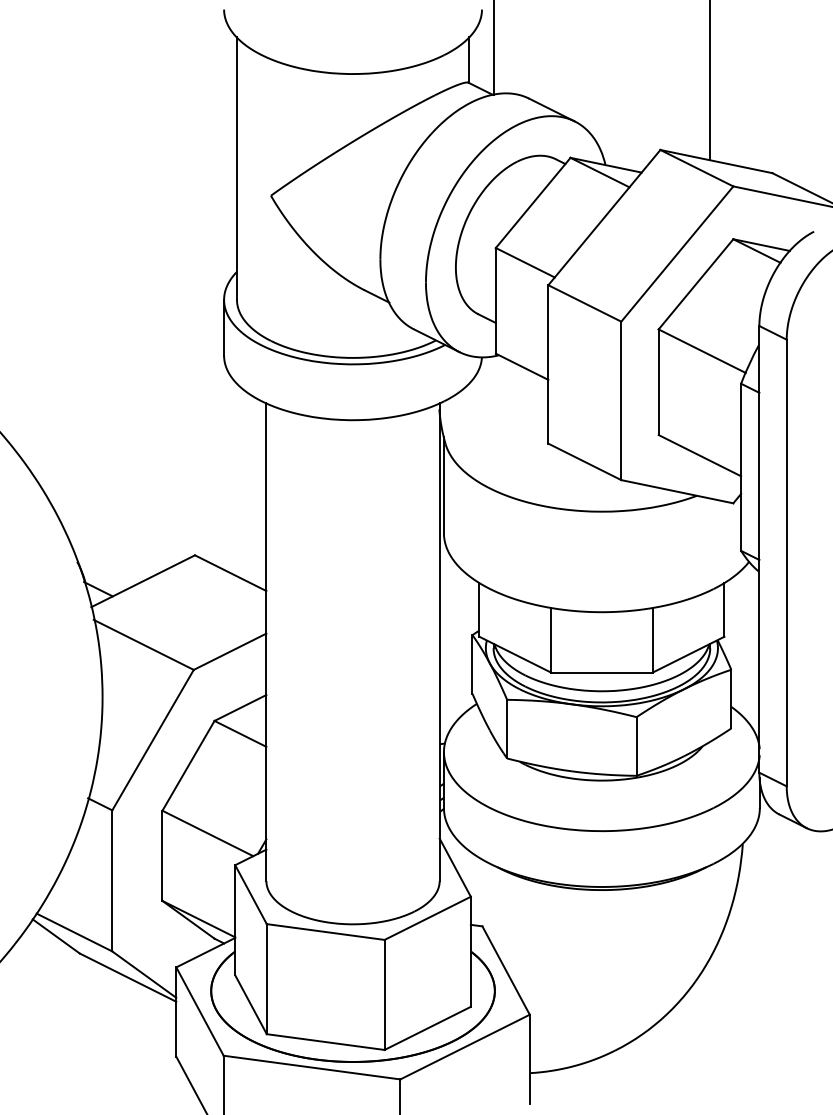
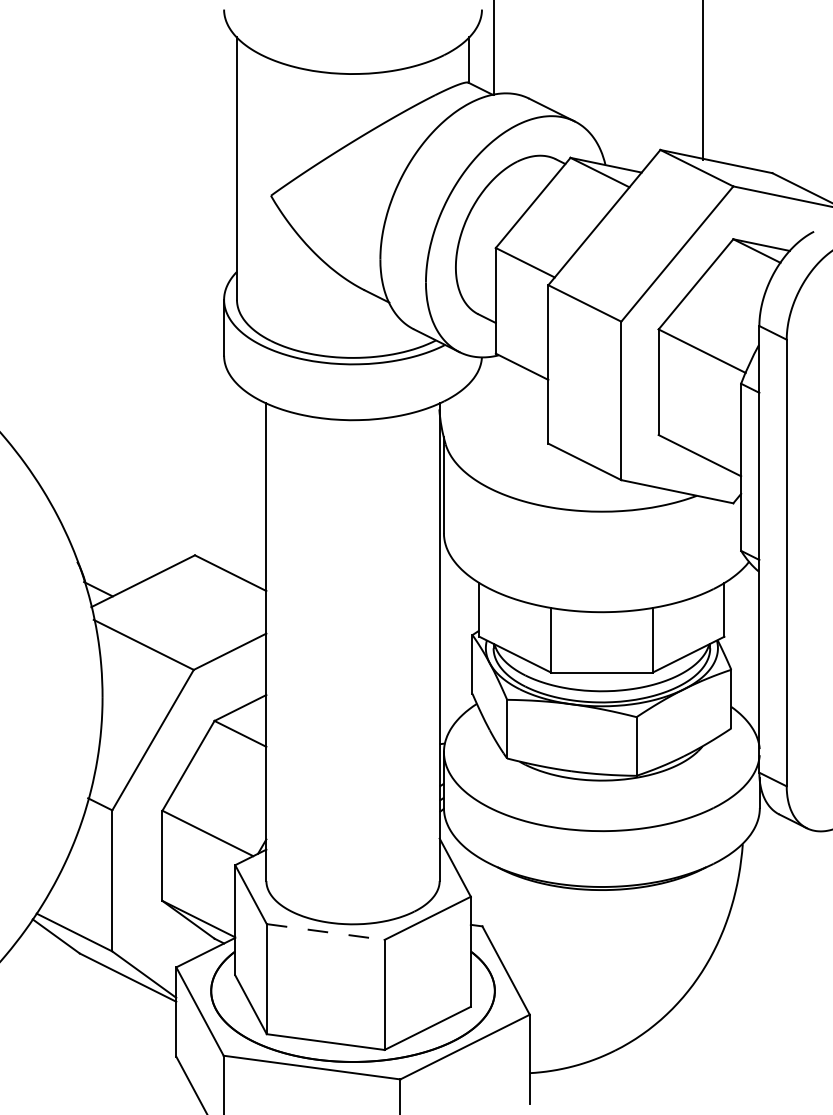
line at (710, 81) position: (710, 81) -> (703, 81)
line at (326, 932): solid -> dashed
